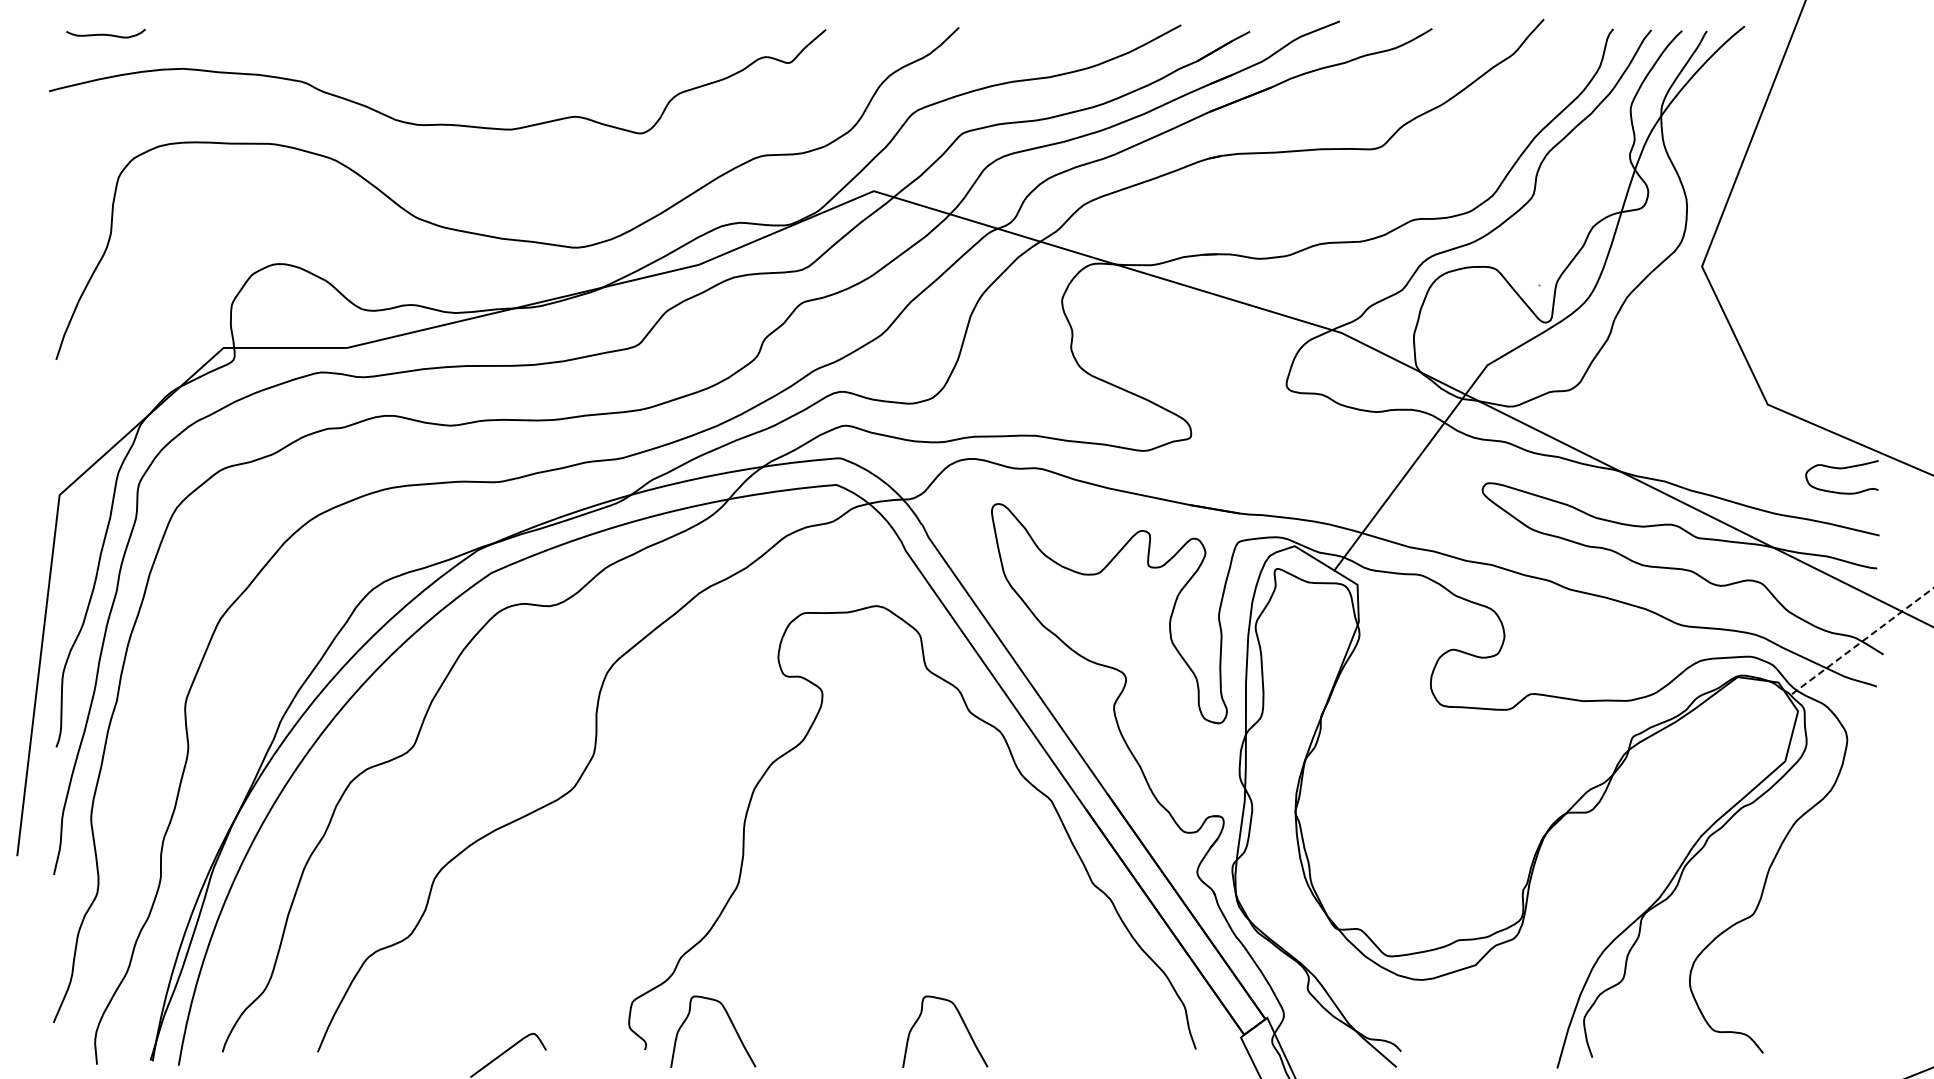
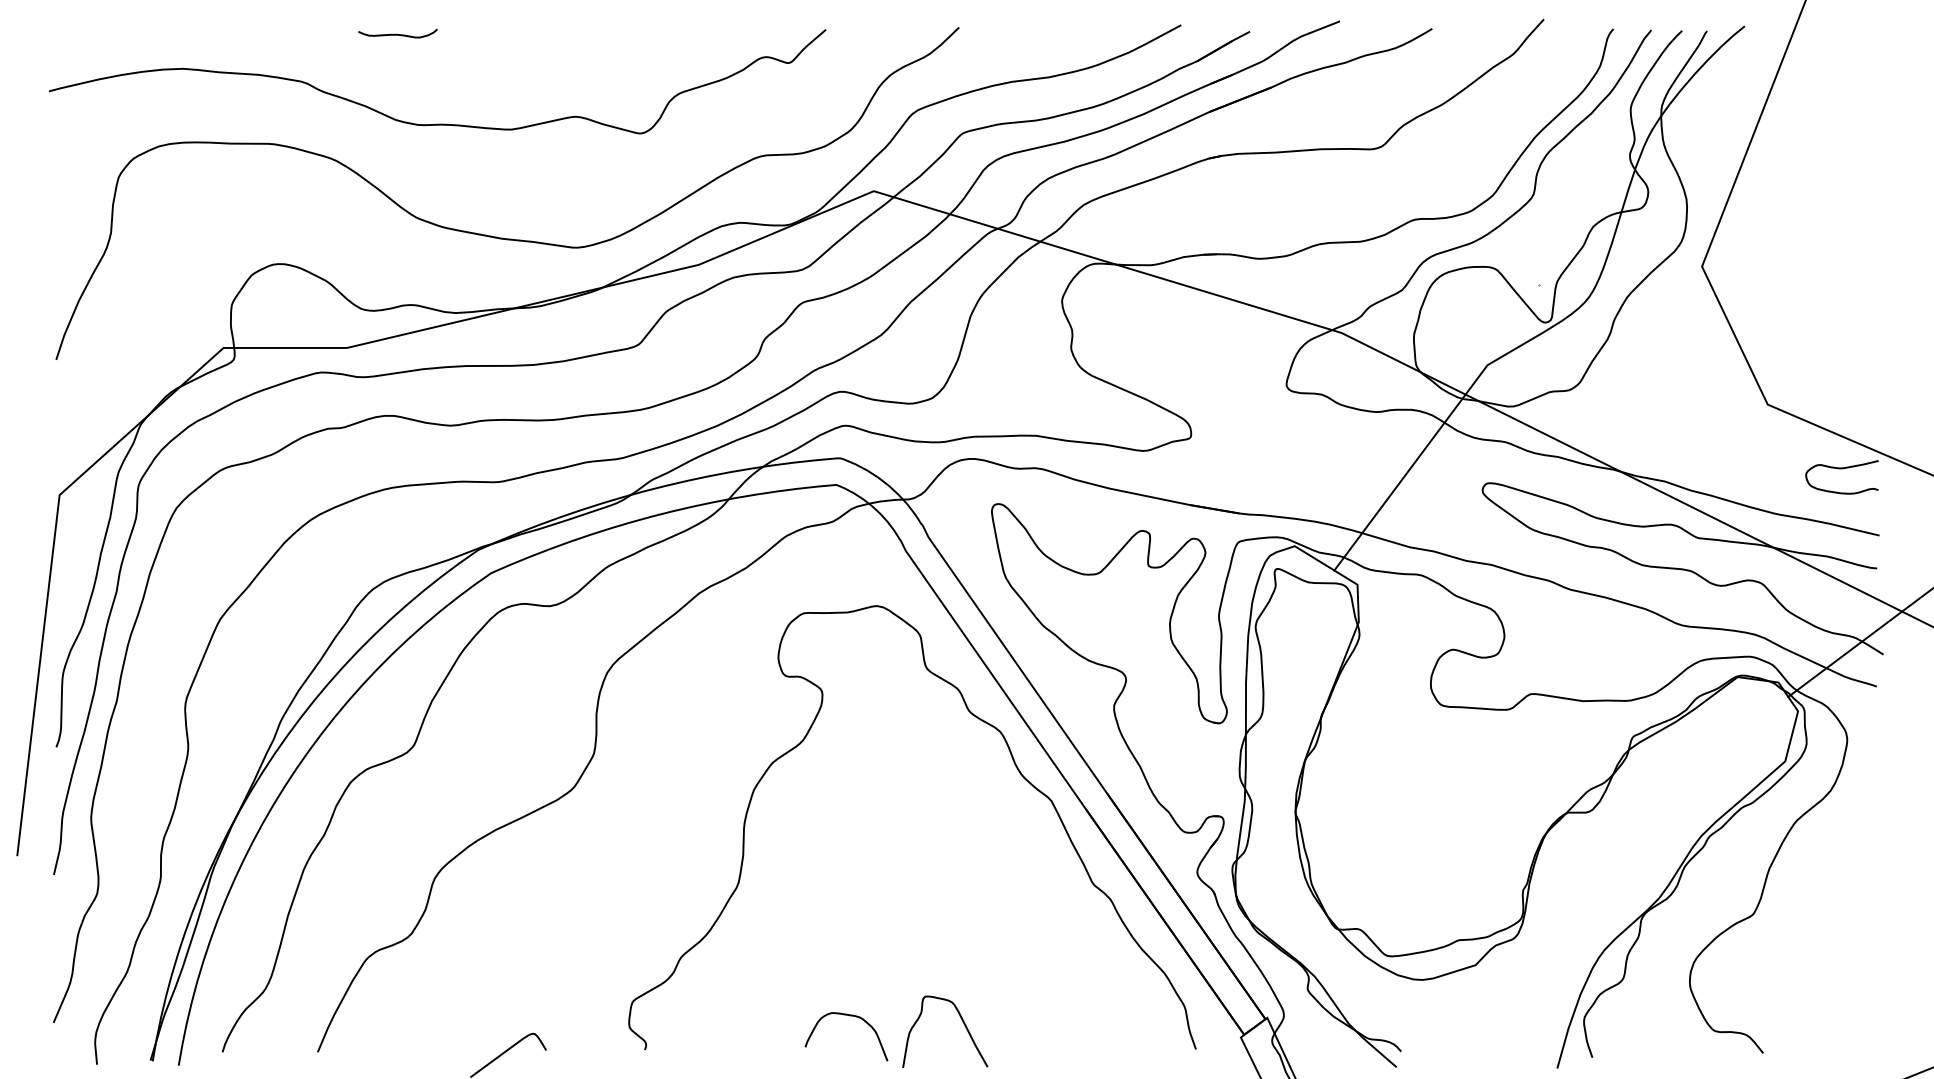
curve at (105, 33) position: (105, 33) -> (397, 33)
line at (1861, 642): dashed -> solid
curve at (849, 1016): none -> present
curve at (730, 1022): present -> none
